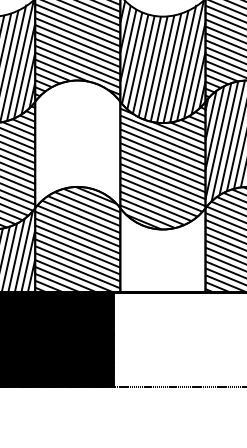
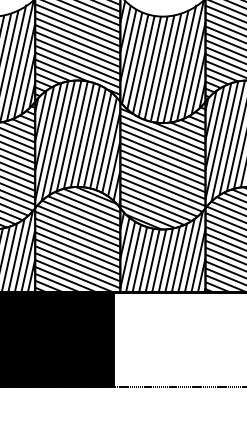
hatch at (77, 143): none -> present
hatch at (162, 251): none -> present
